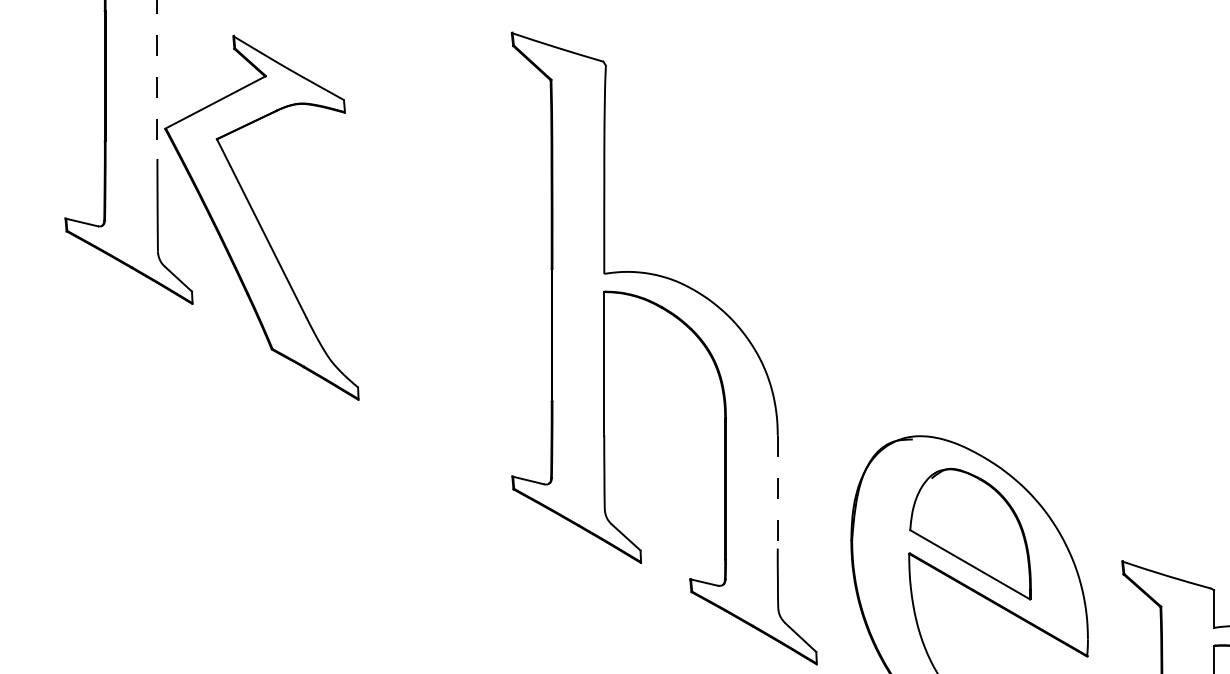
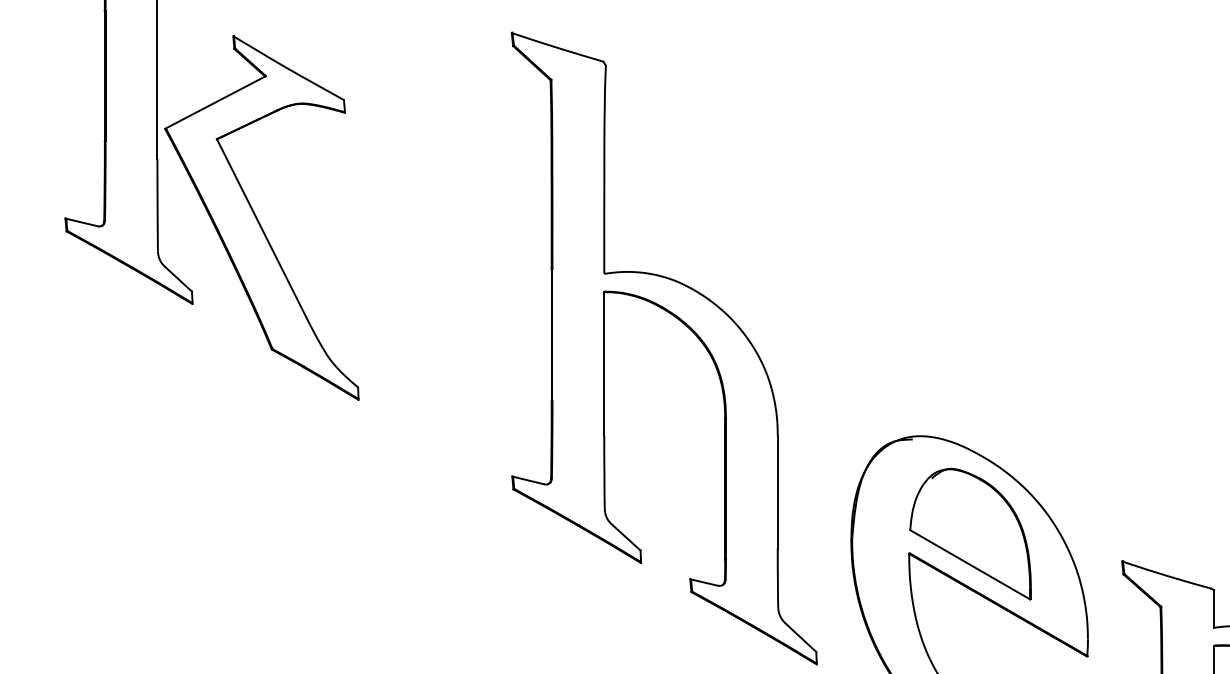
line at (157, 80): dashed -> solid
line at (777, 492): dashed -> solid
